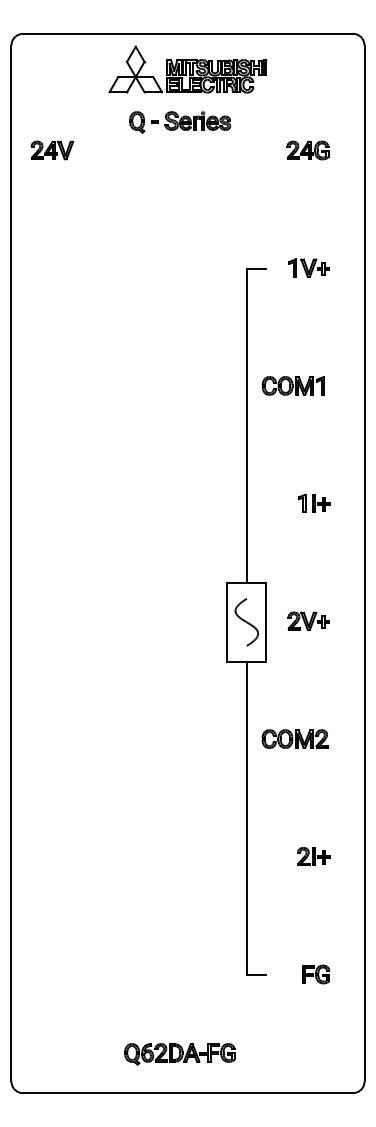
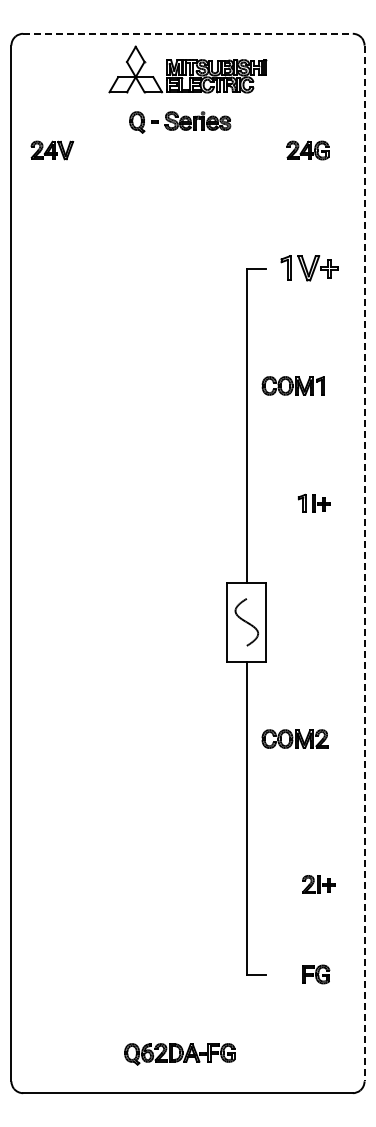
line at (187, 33): solid -> dashed
part at (308, 267) size: 42x20 px -> 59x27 px
line at (364, 563): solid -> dashed
part at (308, 620): present -> none
part at (313, 856) position: (313, 856) -> (318, 884)
